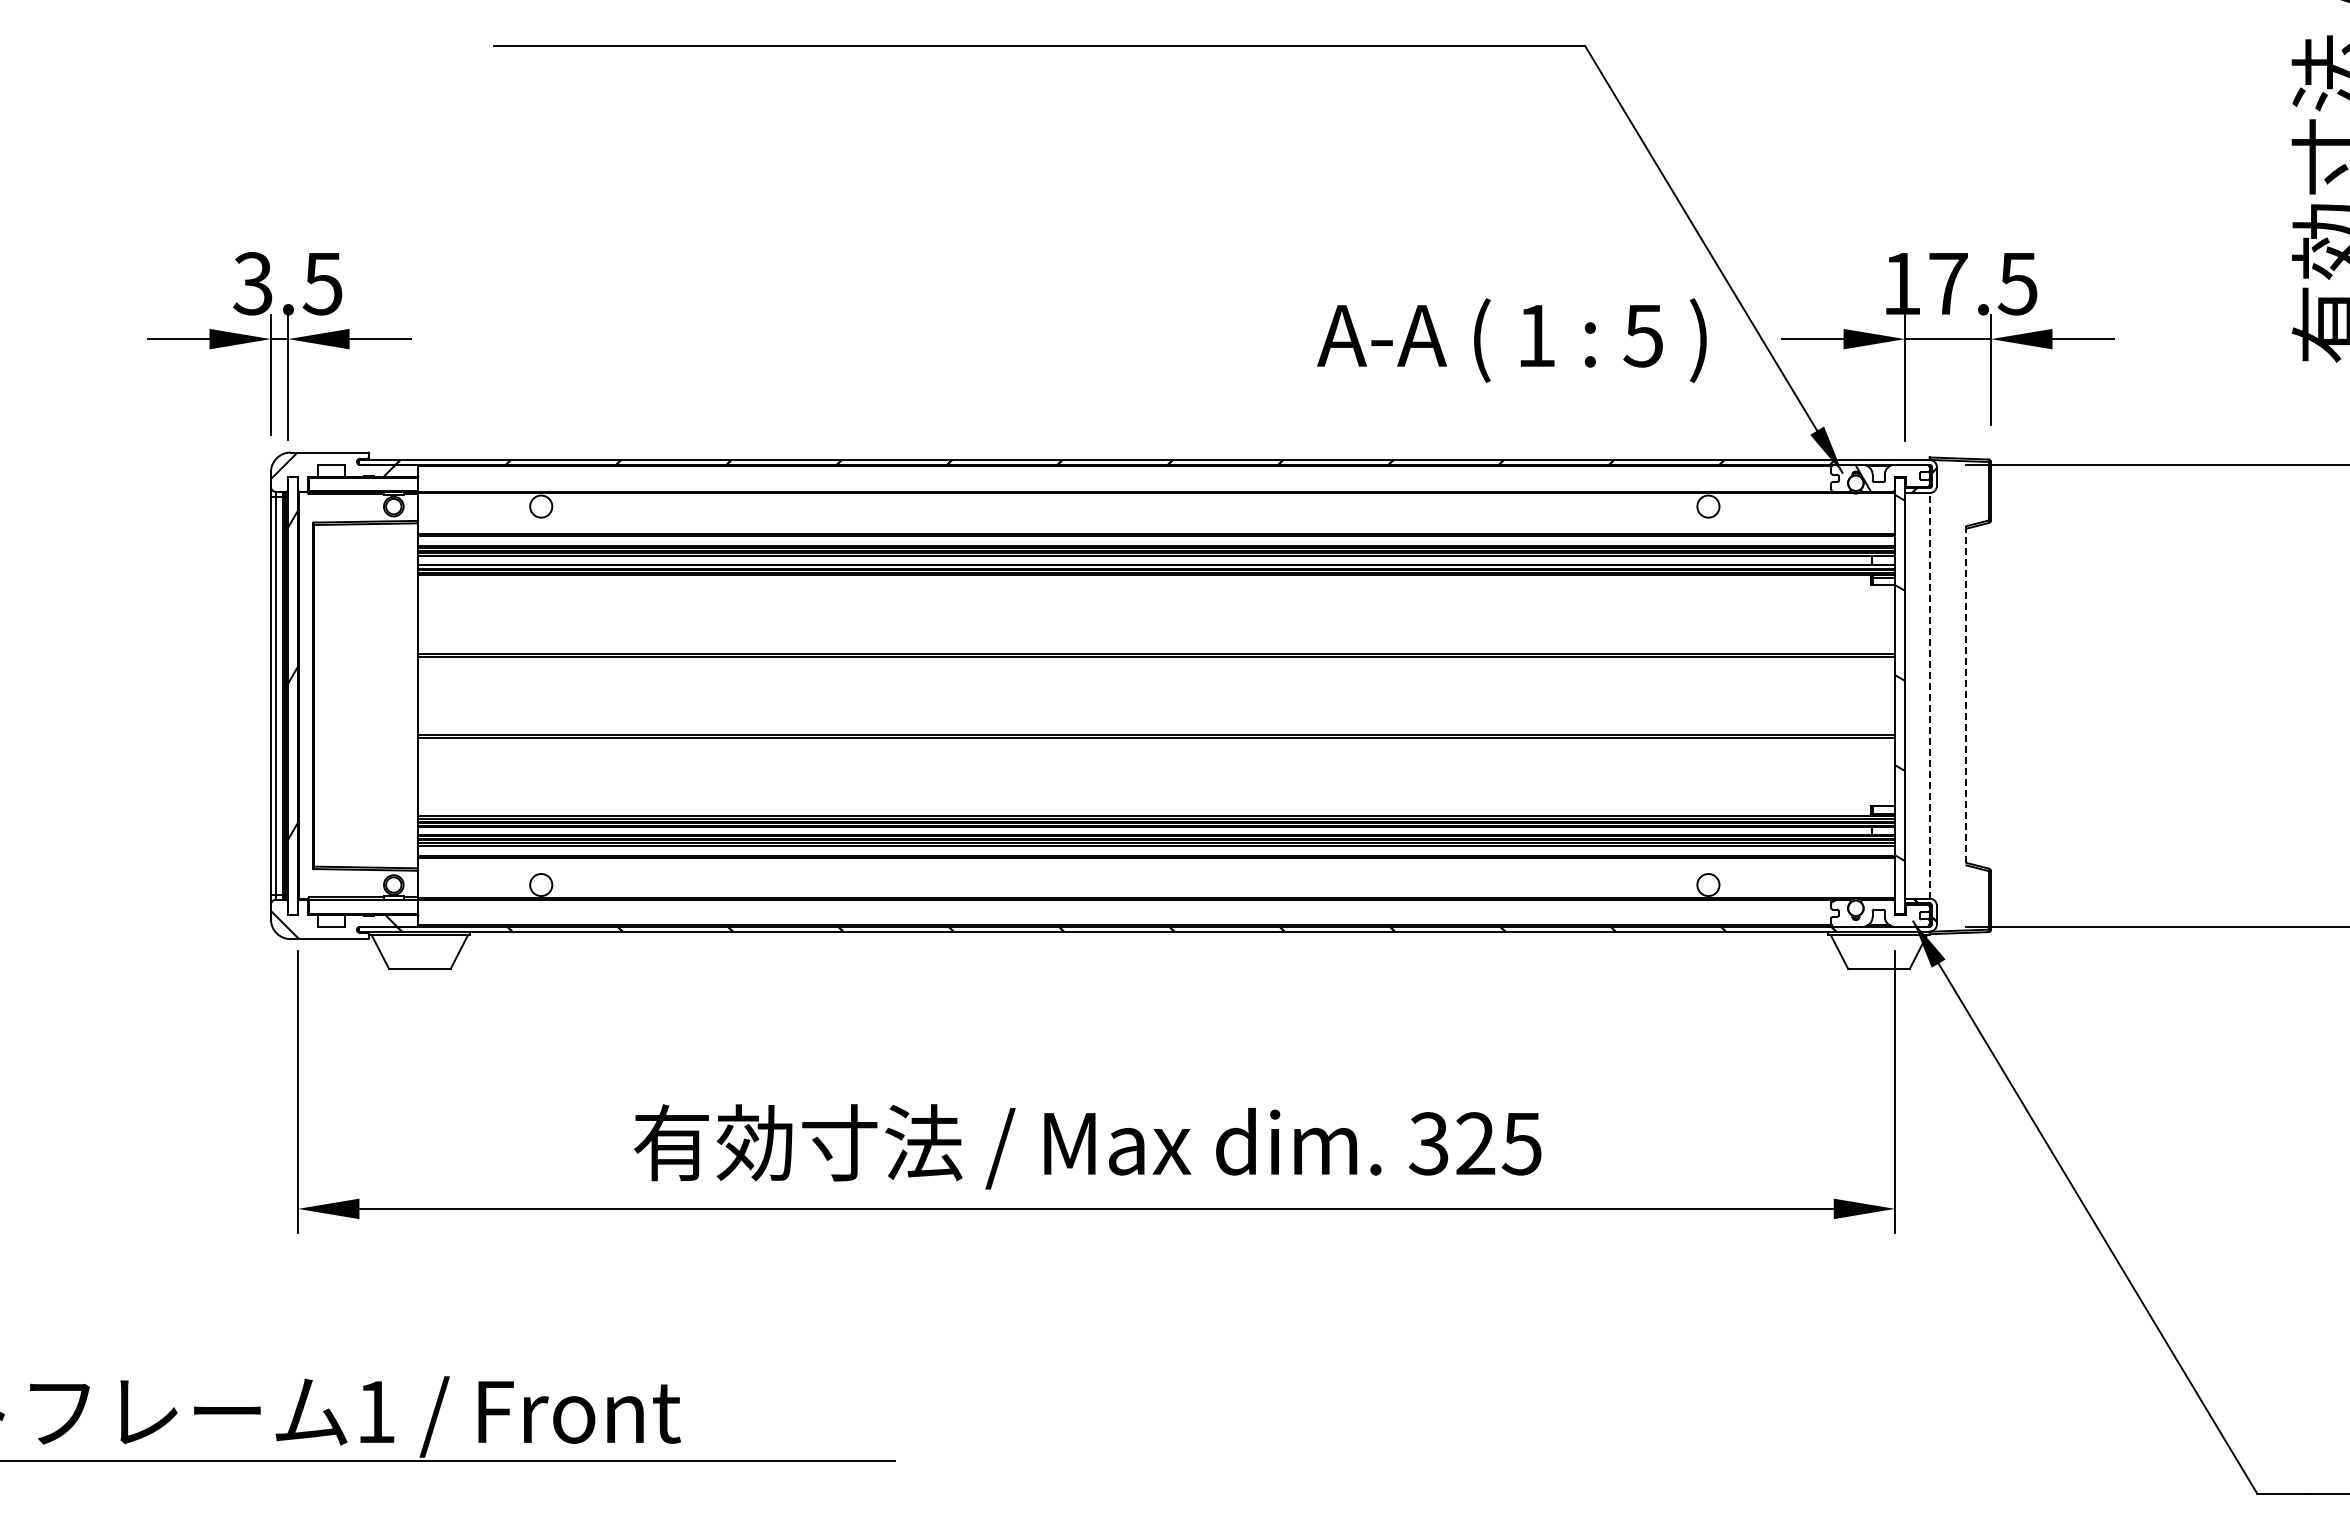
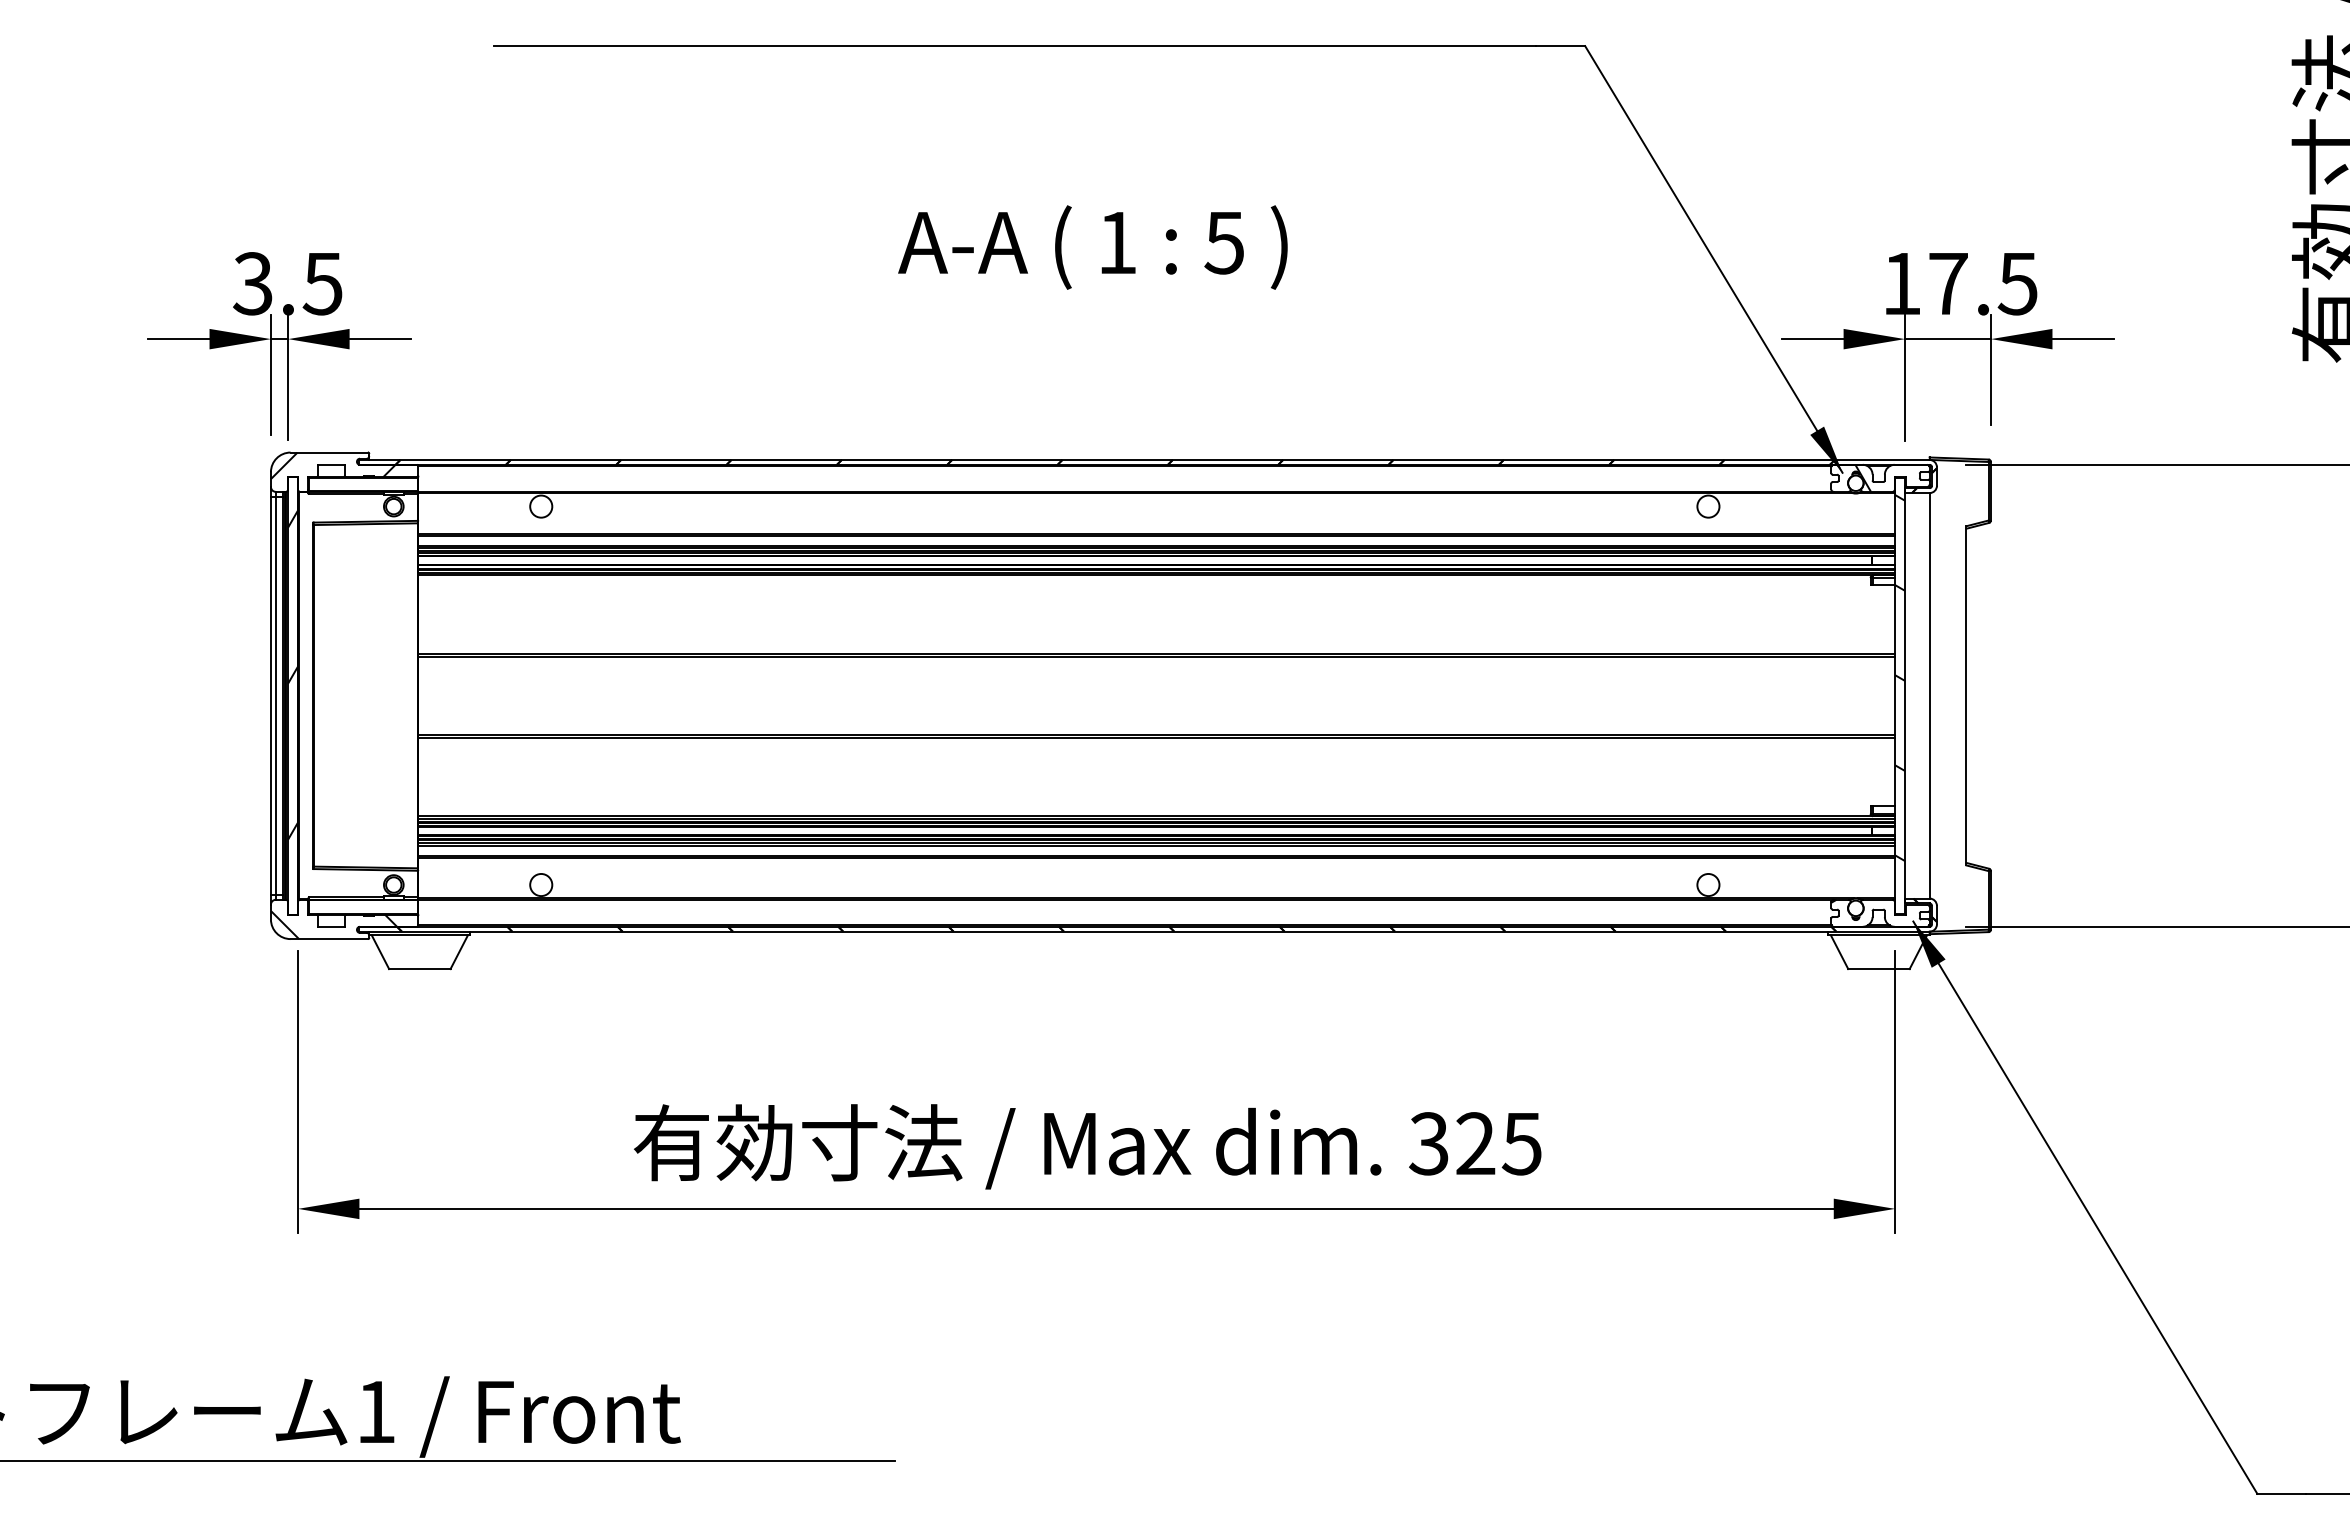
text at (1511, 340) position: (1511, 340) -> (1092, 247)
line at (1929, 695): dashed -> solid
line at (1966, 695): dashed -> solid
